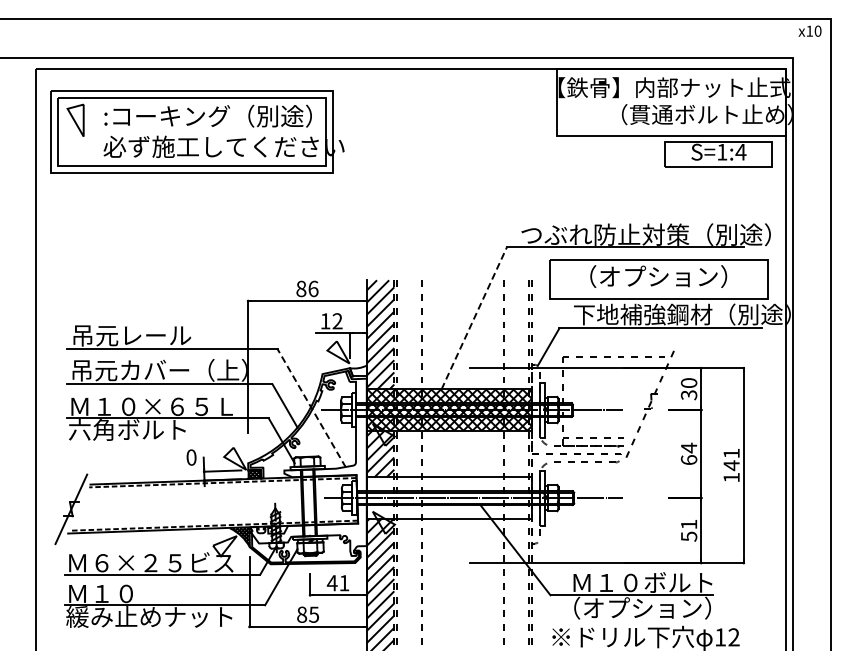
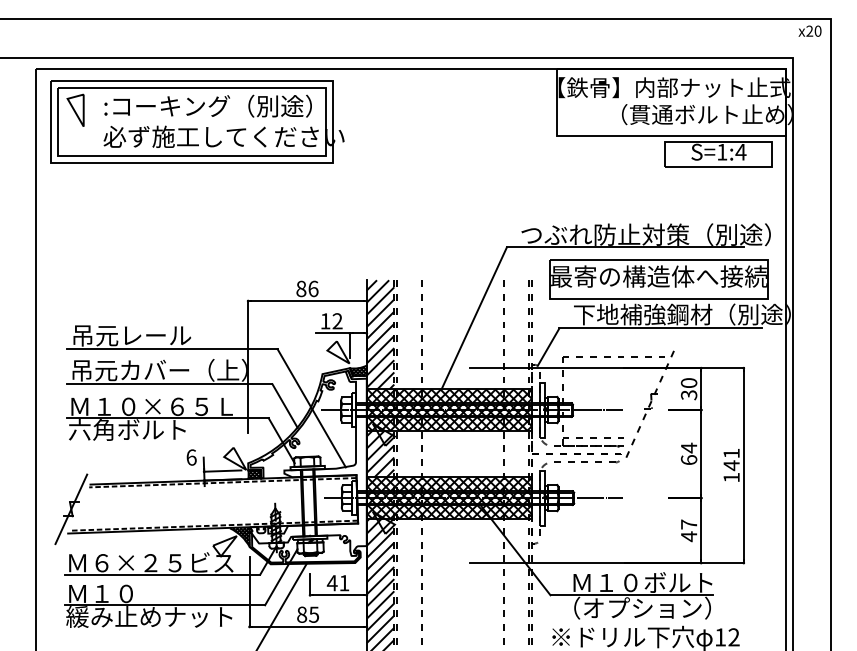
text at (809, 30): x10 -> x20
part at (197, 131) position: (197, 131) -> (197, 121)
text at (658, 276): （オプション） -> 最寄の構造体へ接続
line at (474, 318): dashed -> solid
hatch at (358, 370): none -> present
line at (311, 407): dashed -> solid
text at (191, 457): 0 -> 6
hatch at (448, 497): none -> present
text at (689, 530): 51 -> 47
line at (282, 605): none -> present
